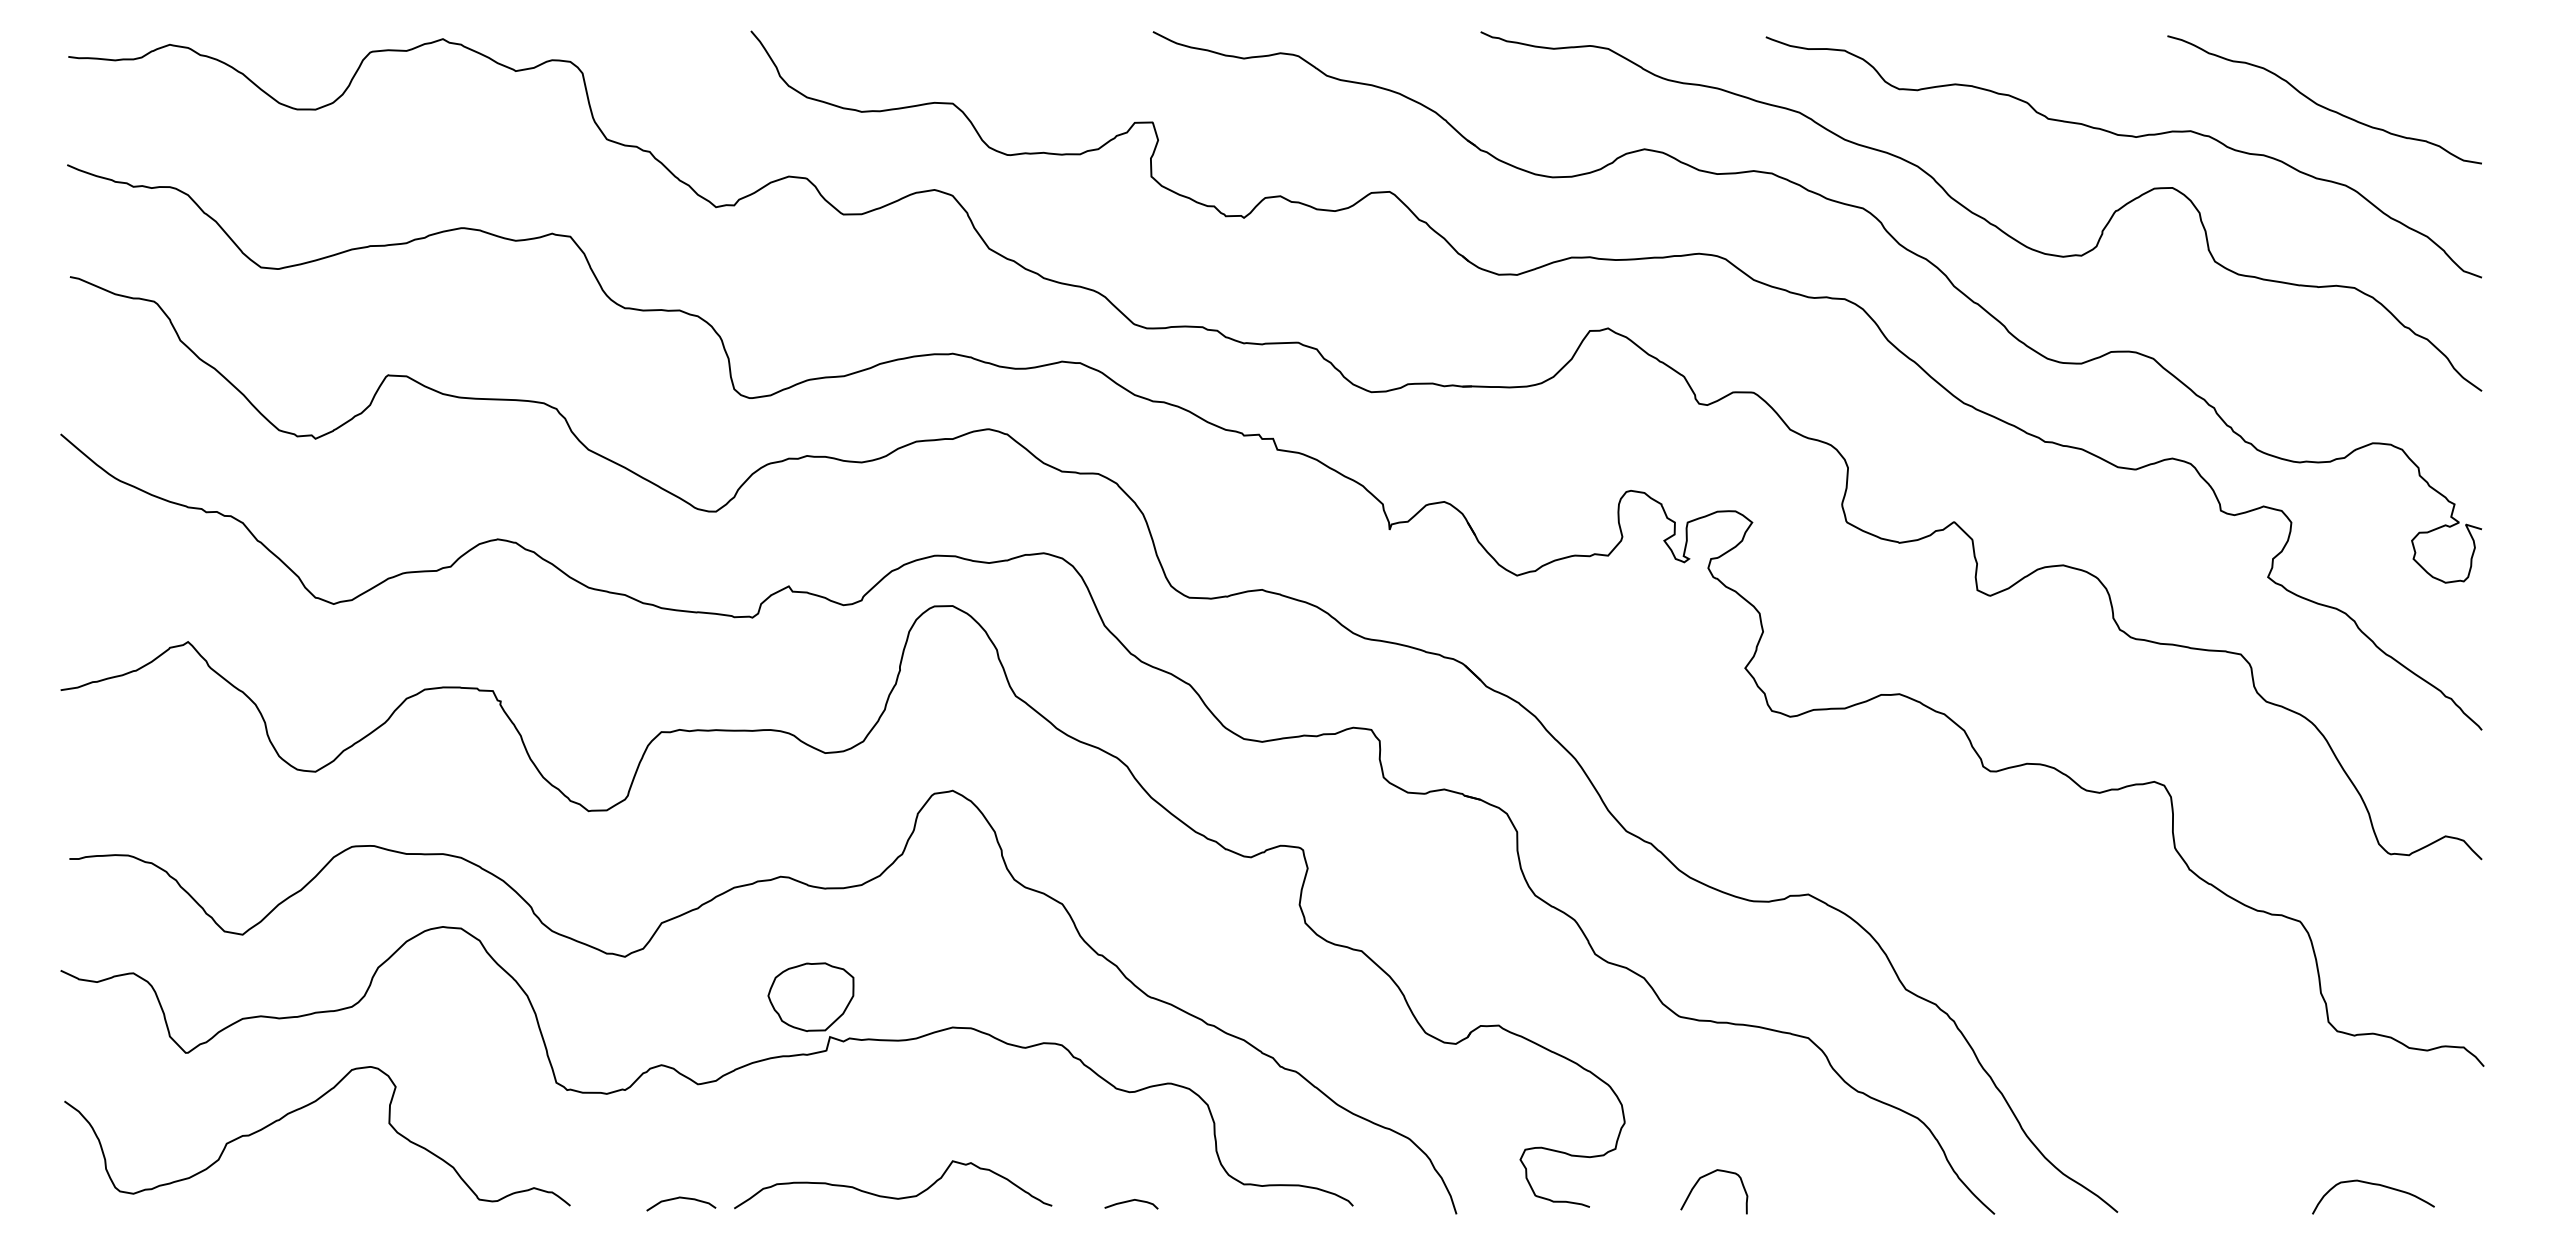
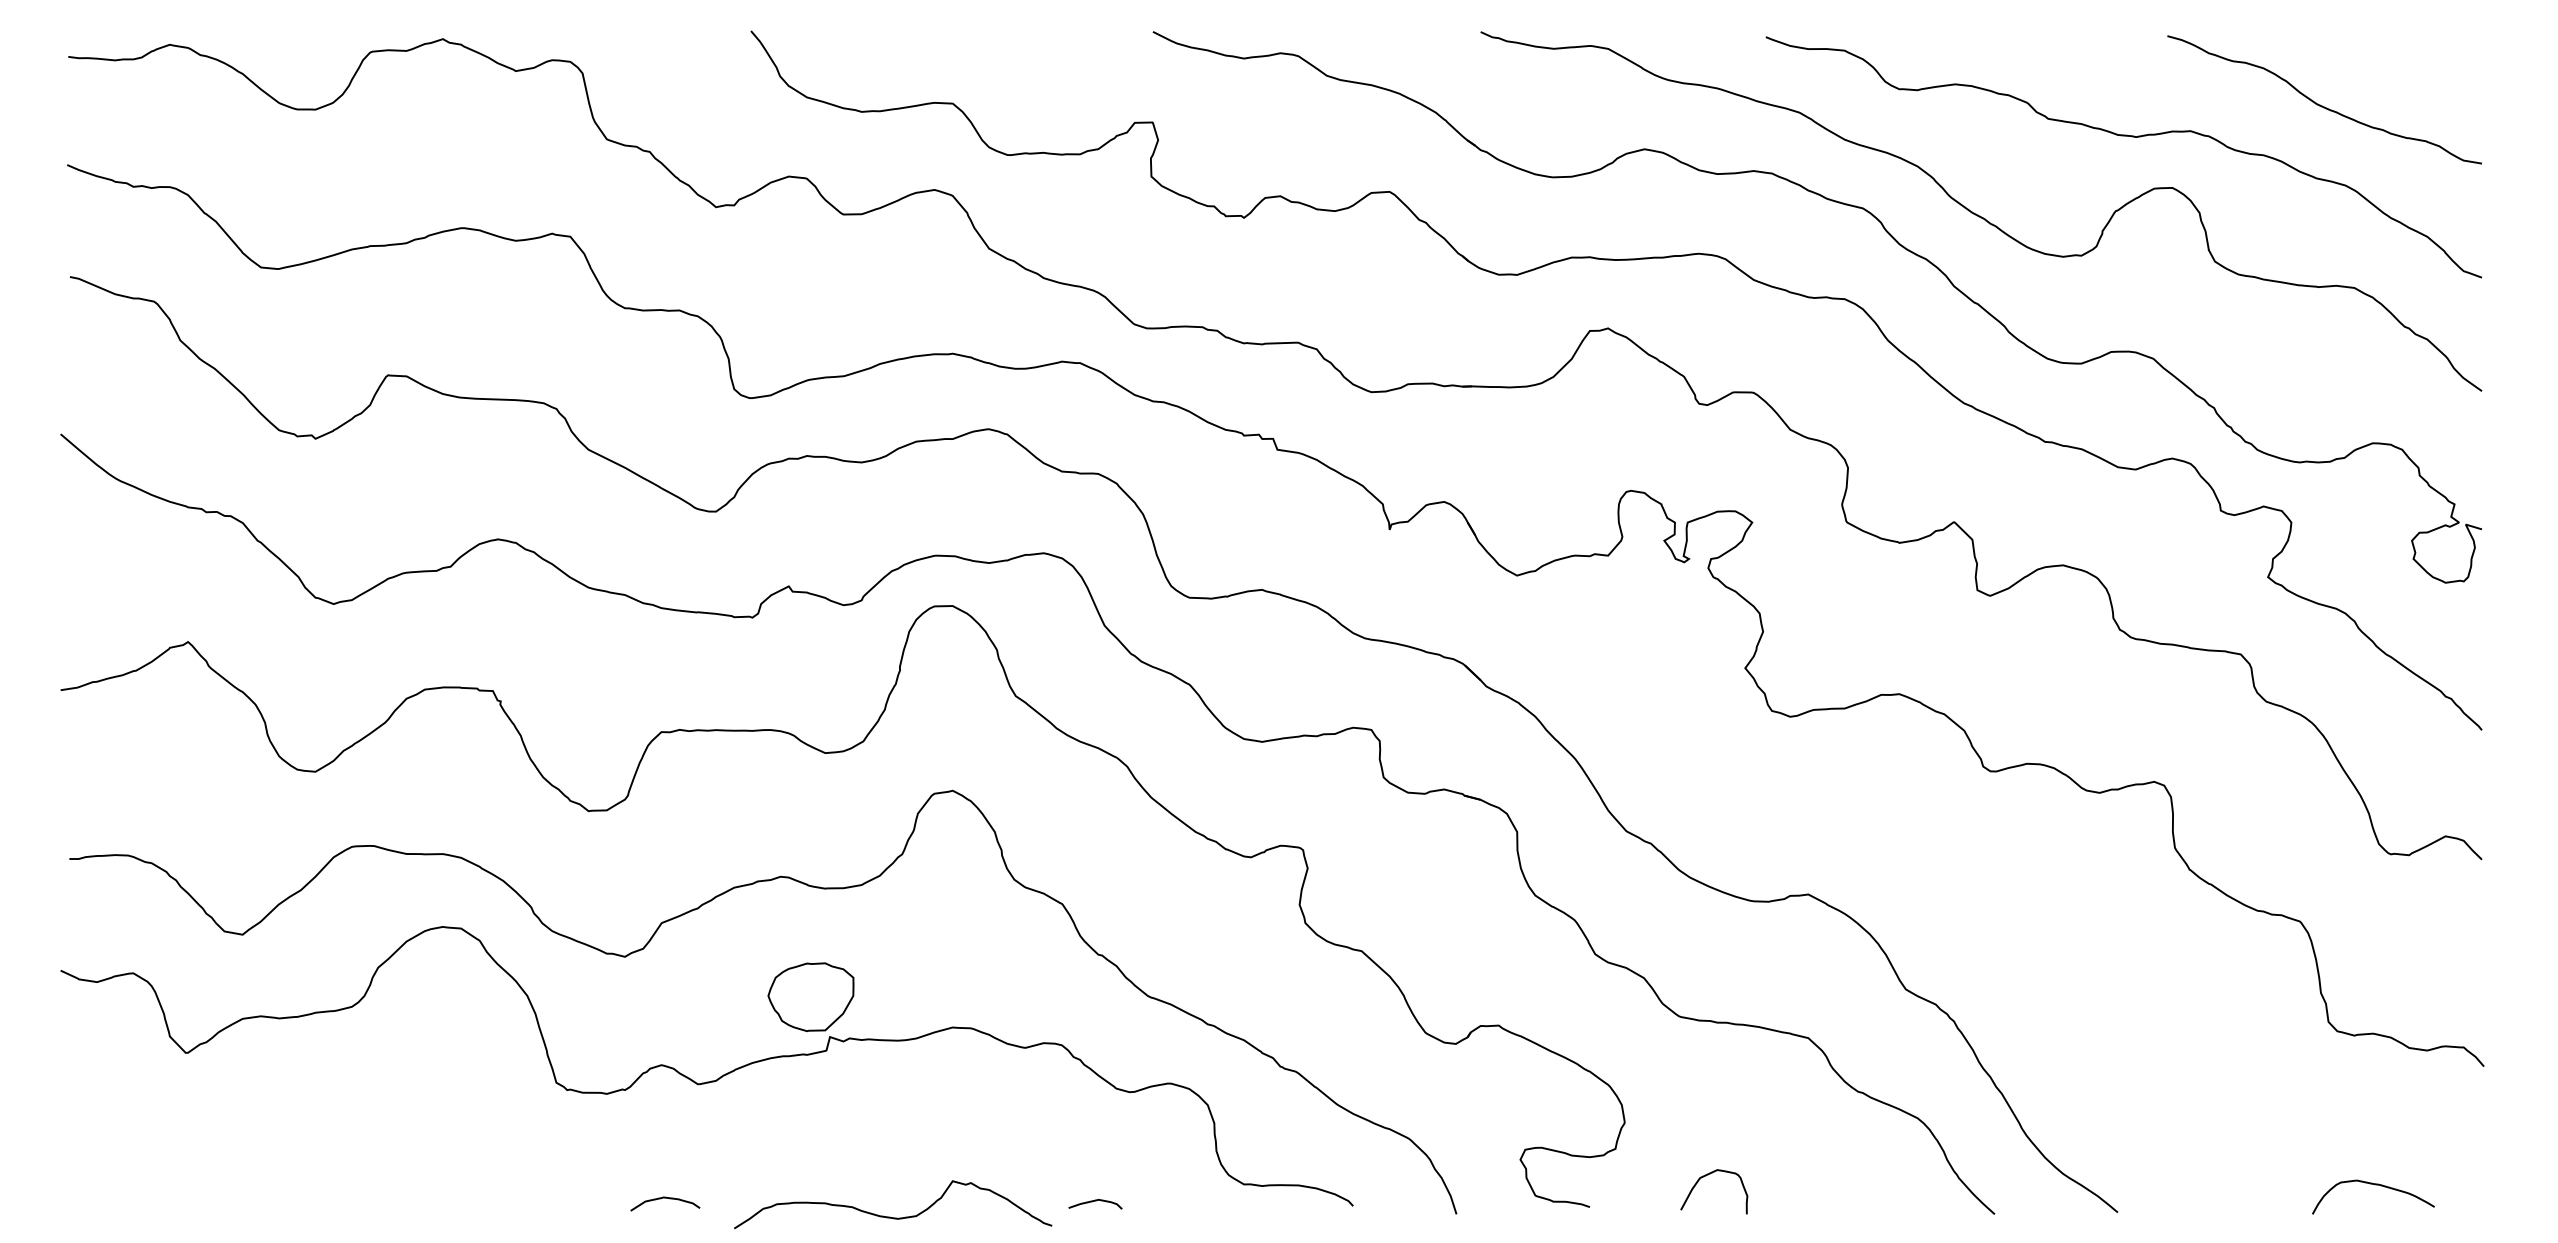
curve at (303, 1108): present -> none
curve at (890, 1196) position: (890, 1196) -> (890, 1216)
curve at (681, 1198) position: (681, 1198) -> (665, 1198)
curve at (1131, 1201) position: (1131, 1201) -> (1095, 1201)
